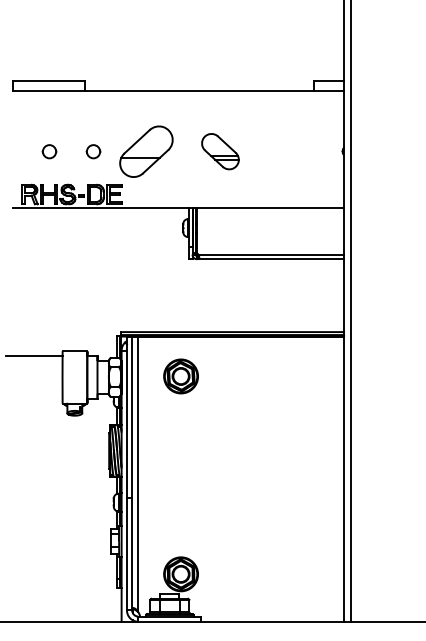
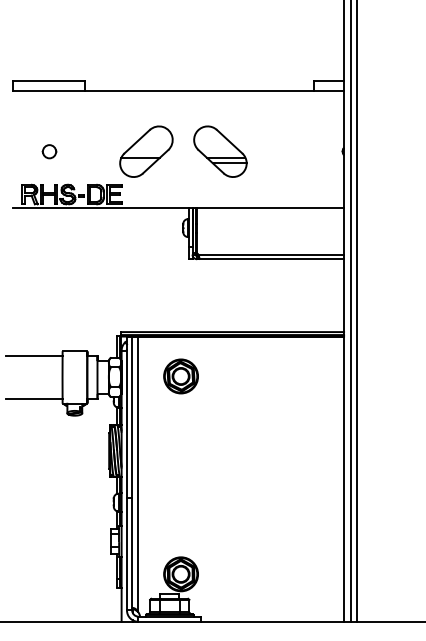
part at (93, 151): present -> none
part at (220, 151) size: 39x38 px -> 55x53 px
line at (356, 311): none -> present
line at (34, 399): none -> present
